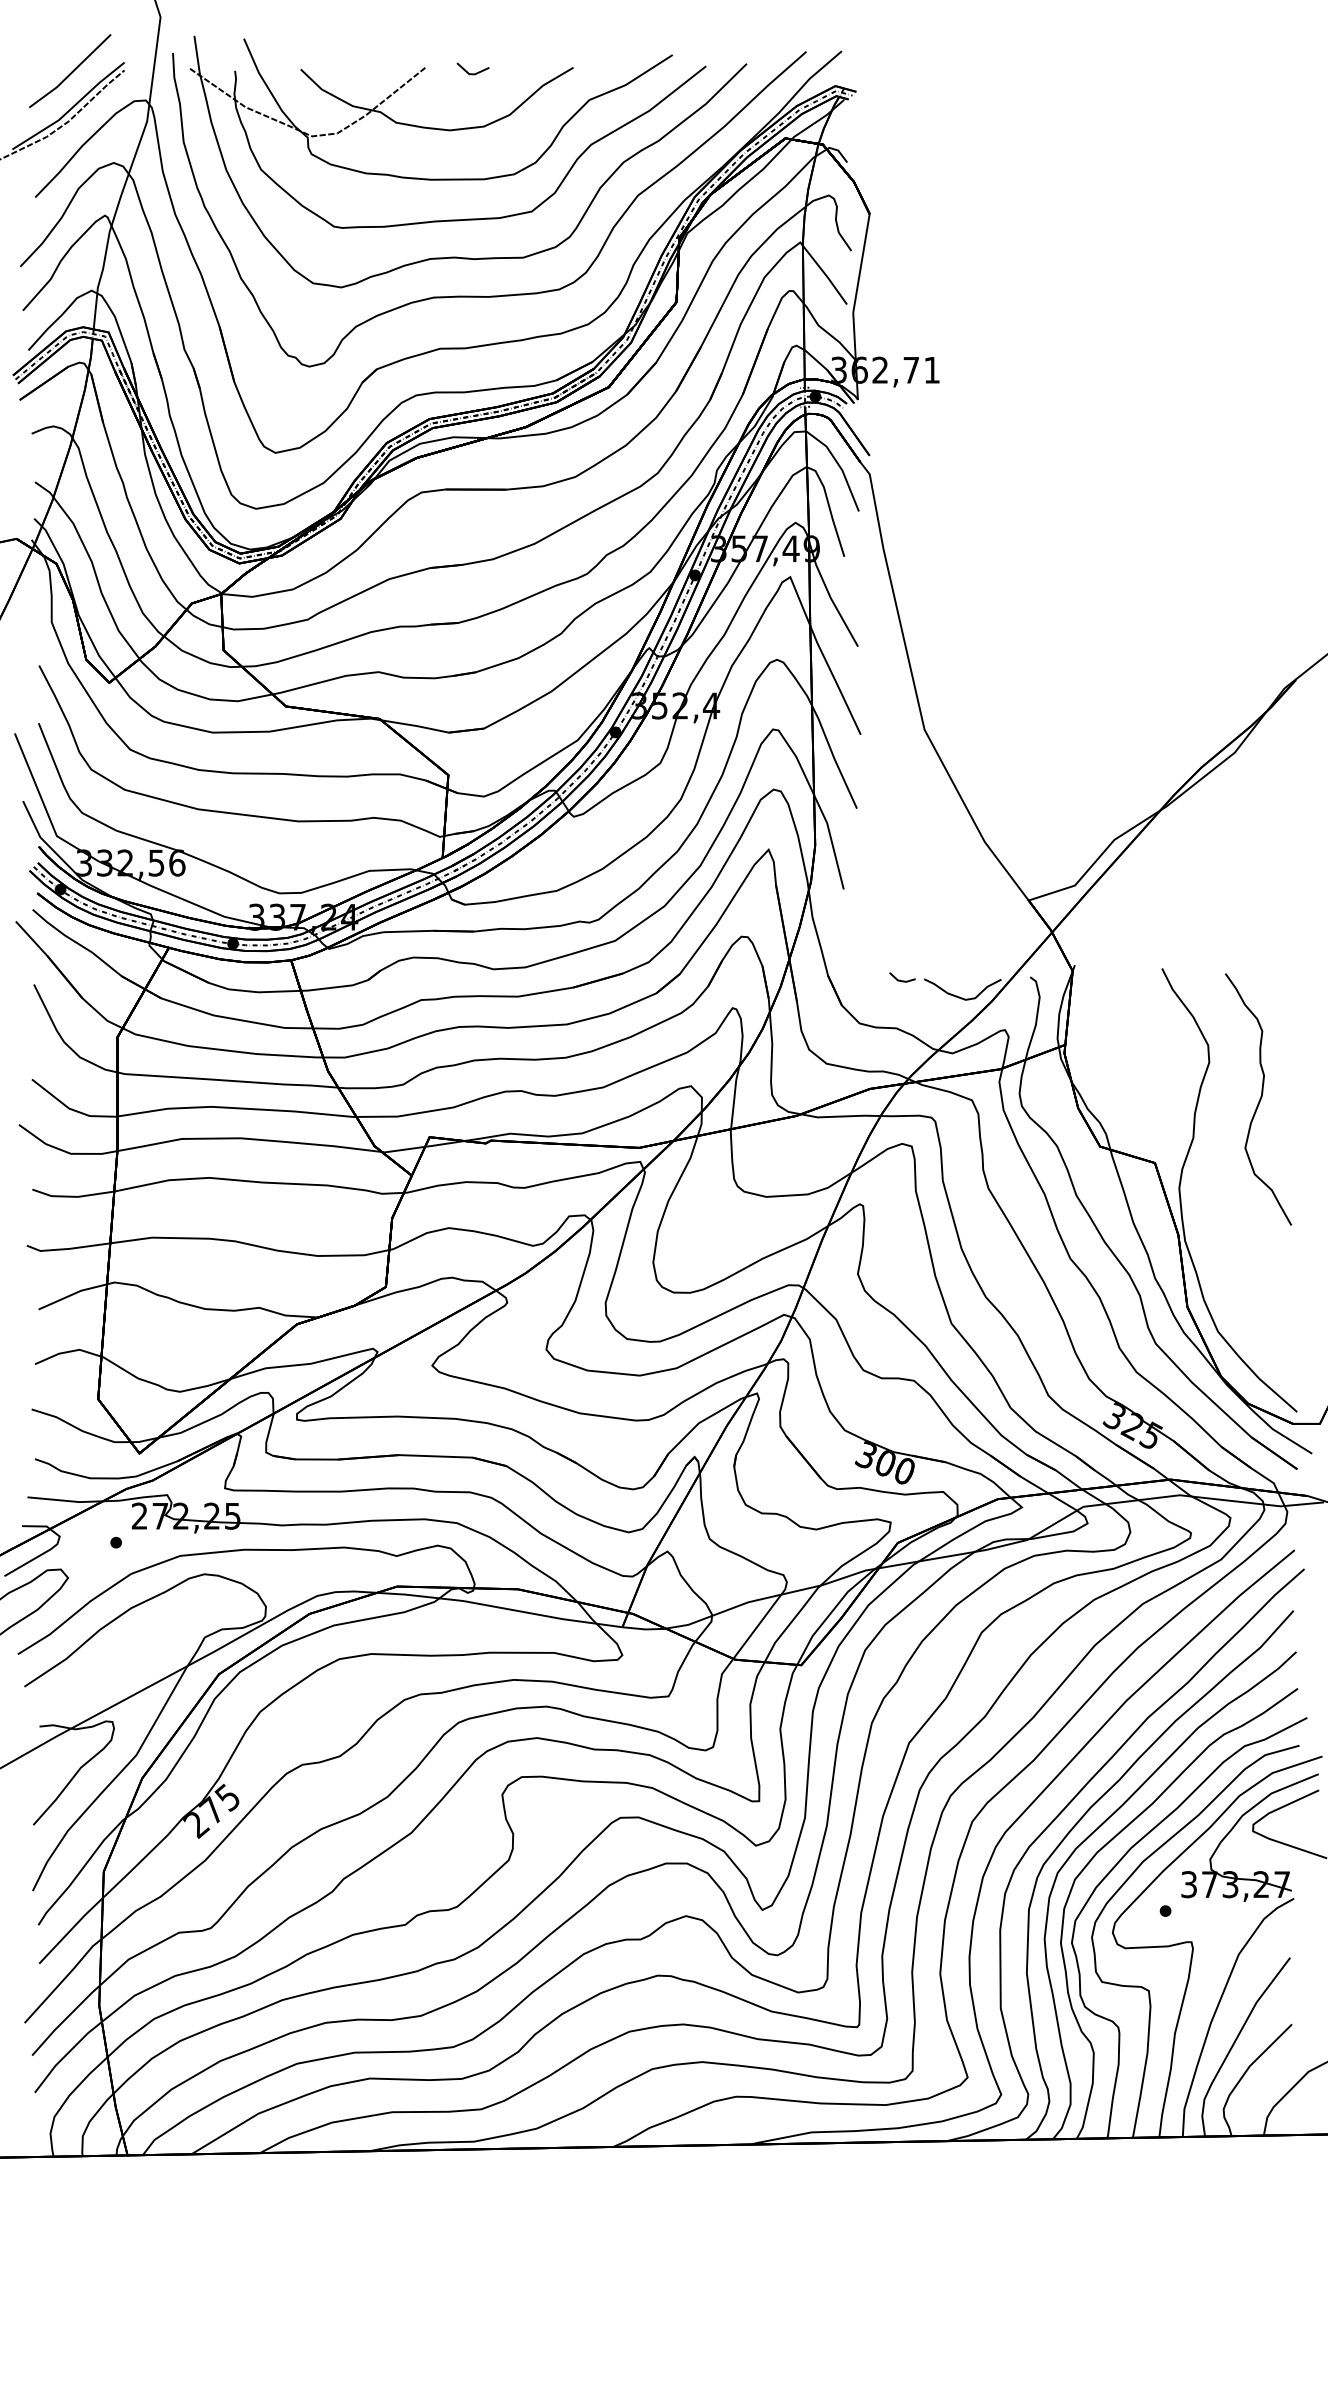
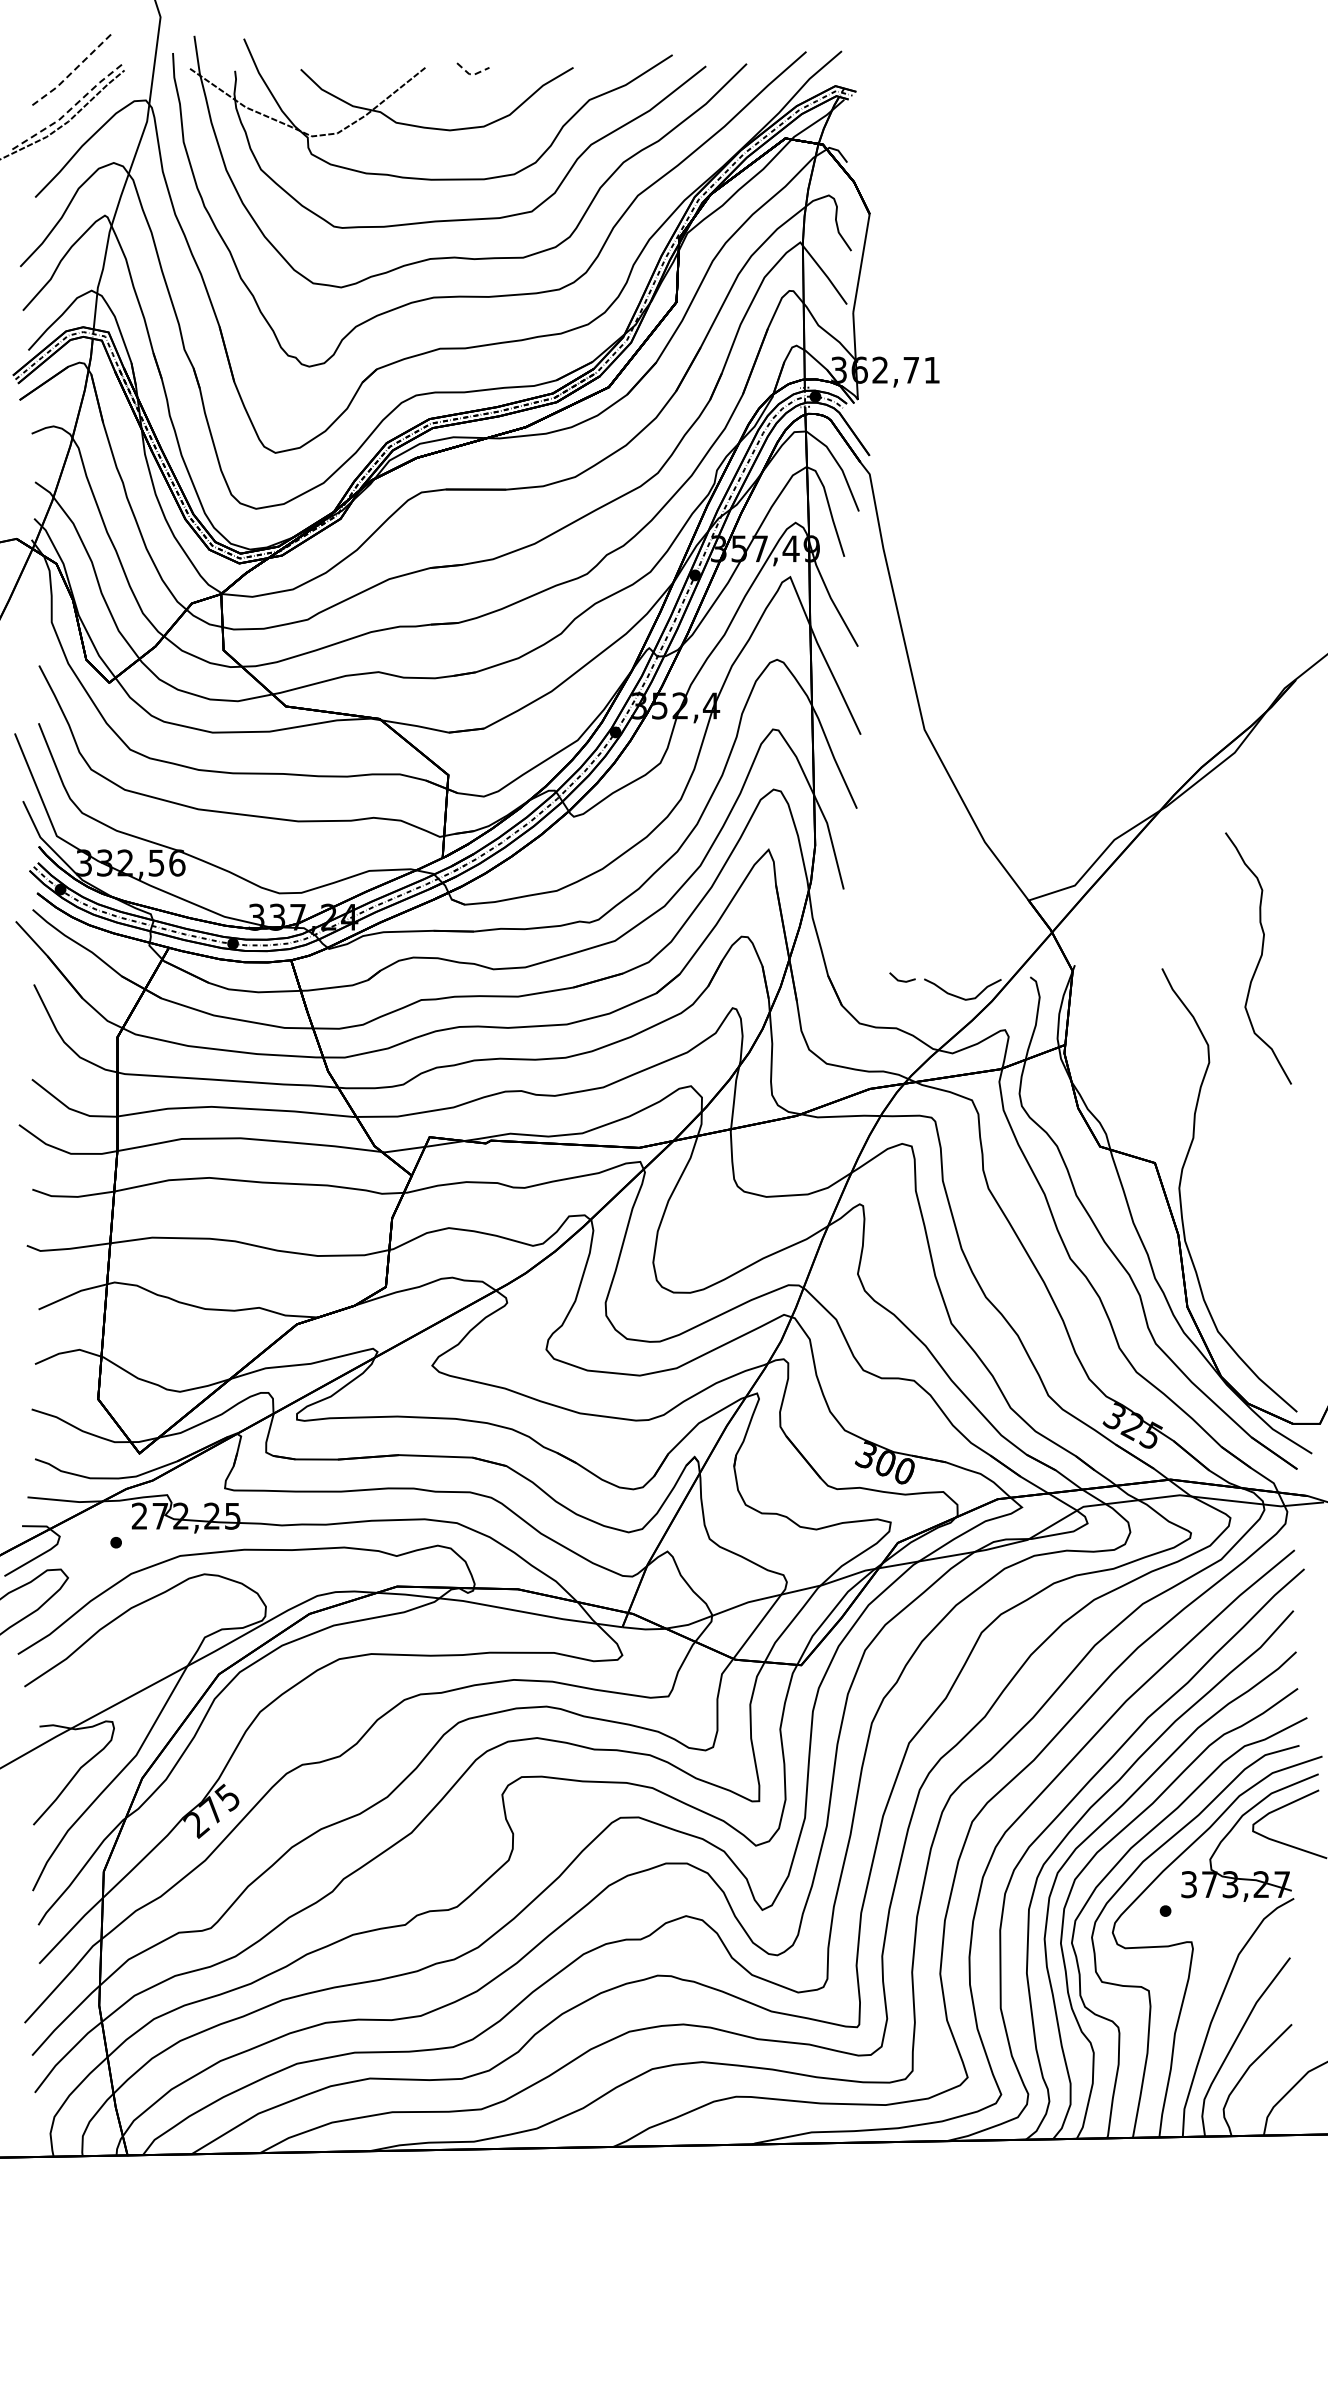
line at (71, 73): solid -> dashed
line at (472, 74): solid -> dashed
line at (70, 109): solid -> dashed
curve at (1259, 1099) position: (1259, 1099) -> (1259, 958)
